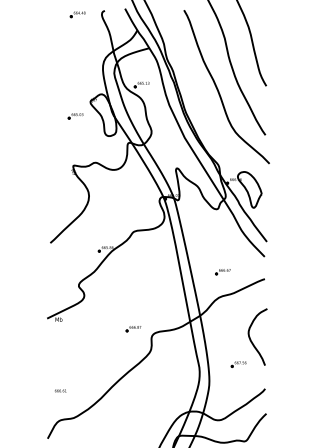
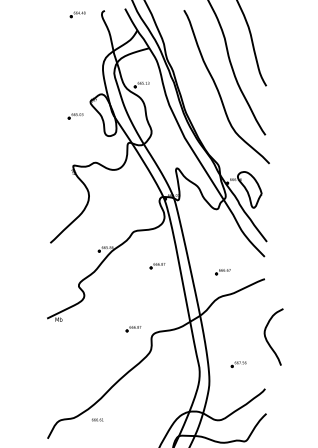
part at (157, 266): none -> present
curve at (251, 339) position: (251, 339) -> (267, 339)
text at (60, 390) position: (60, 390) -> (97, 419)
